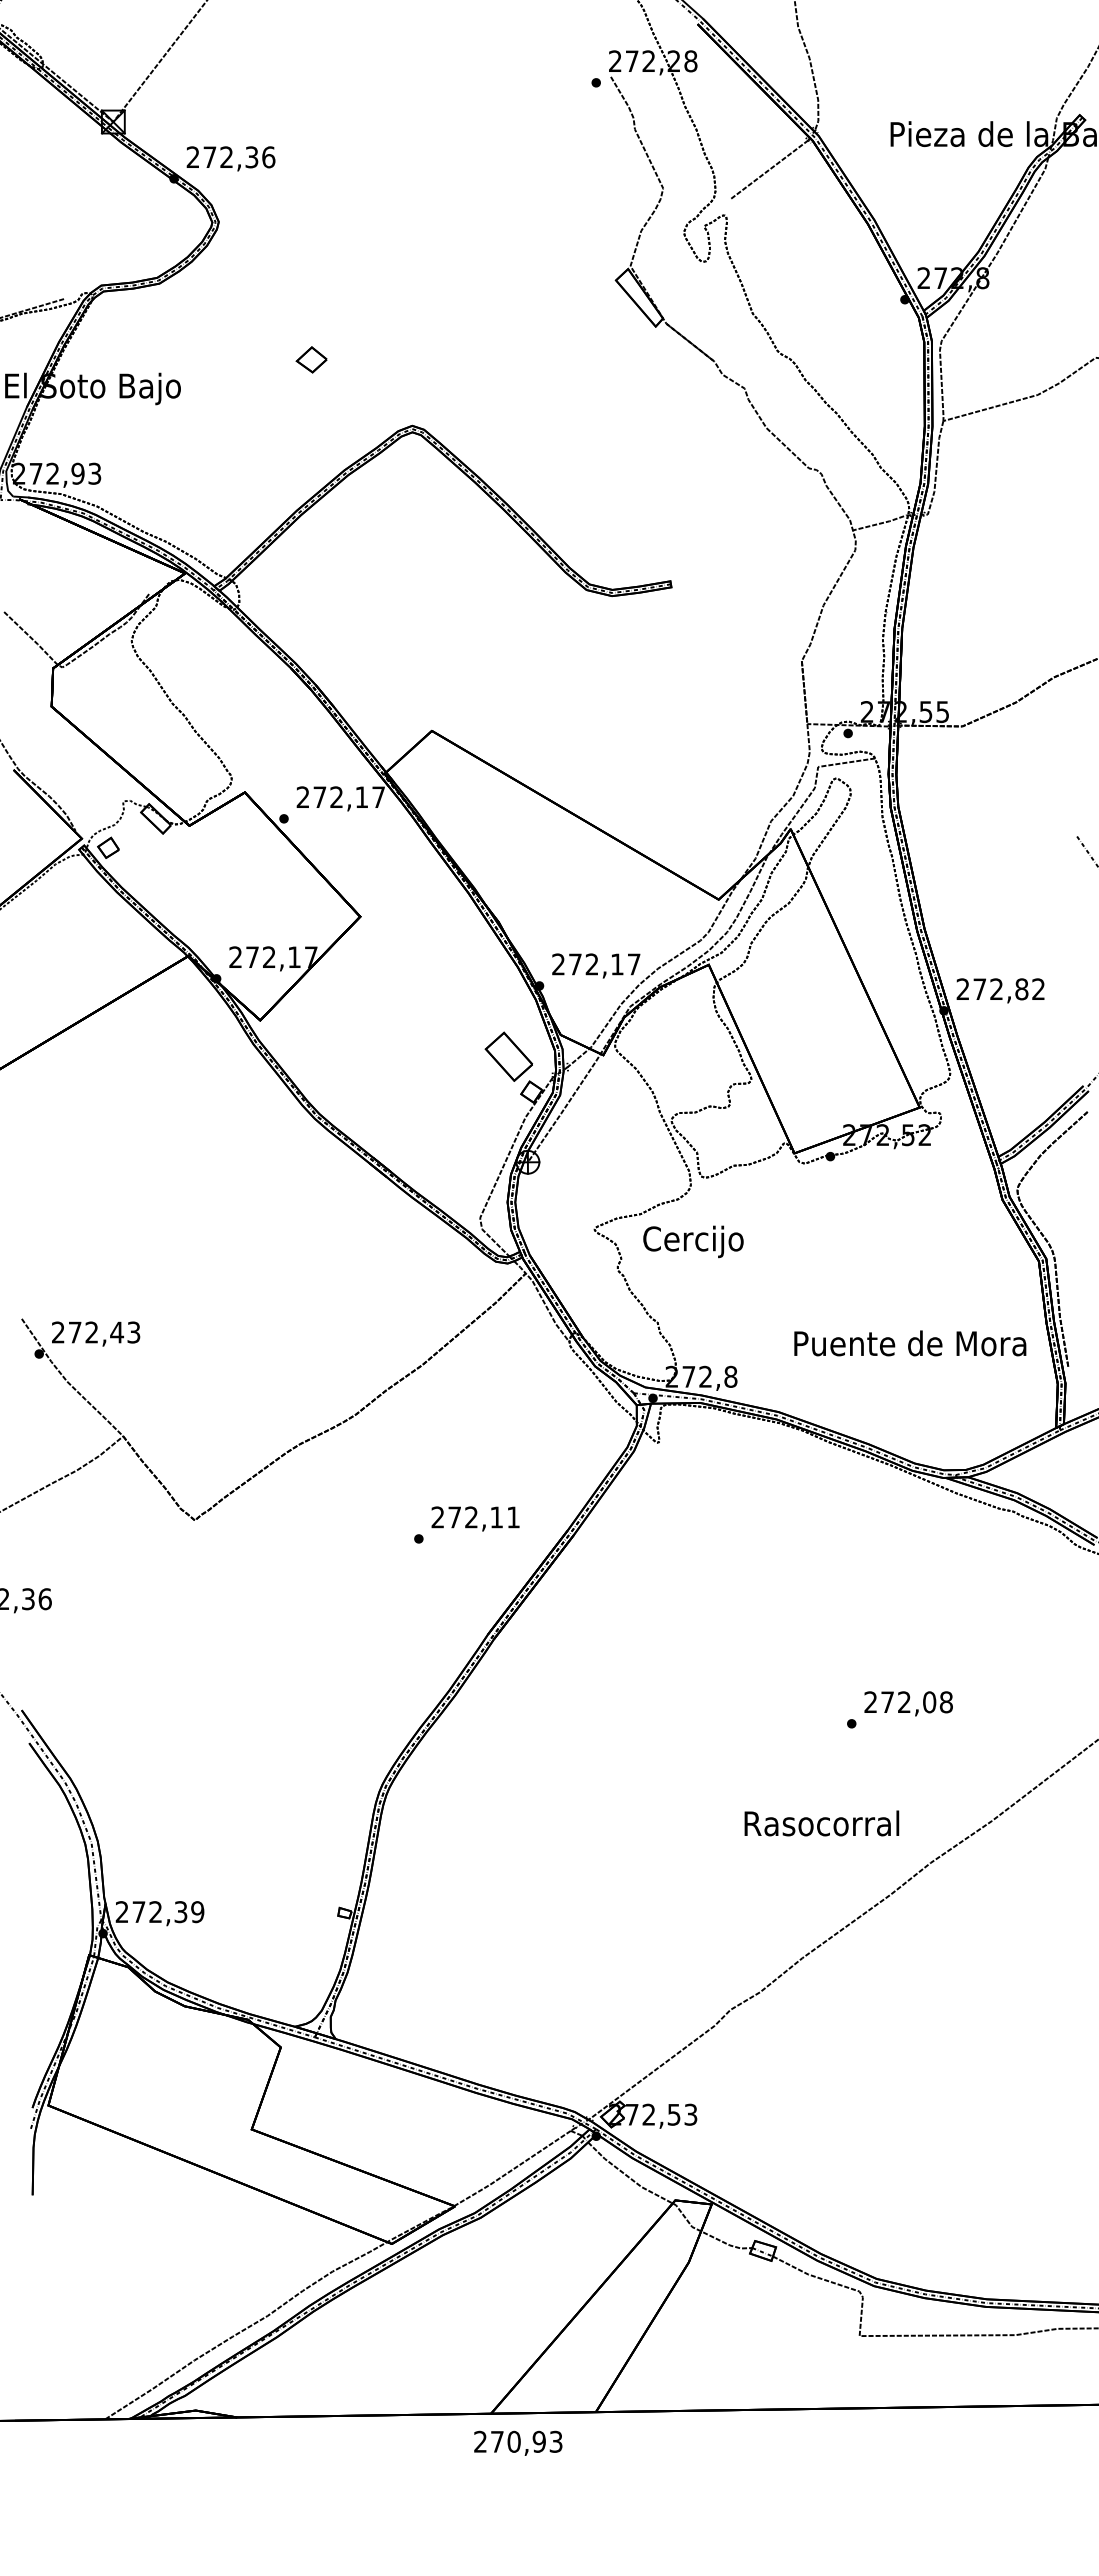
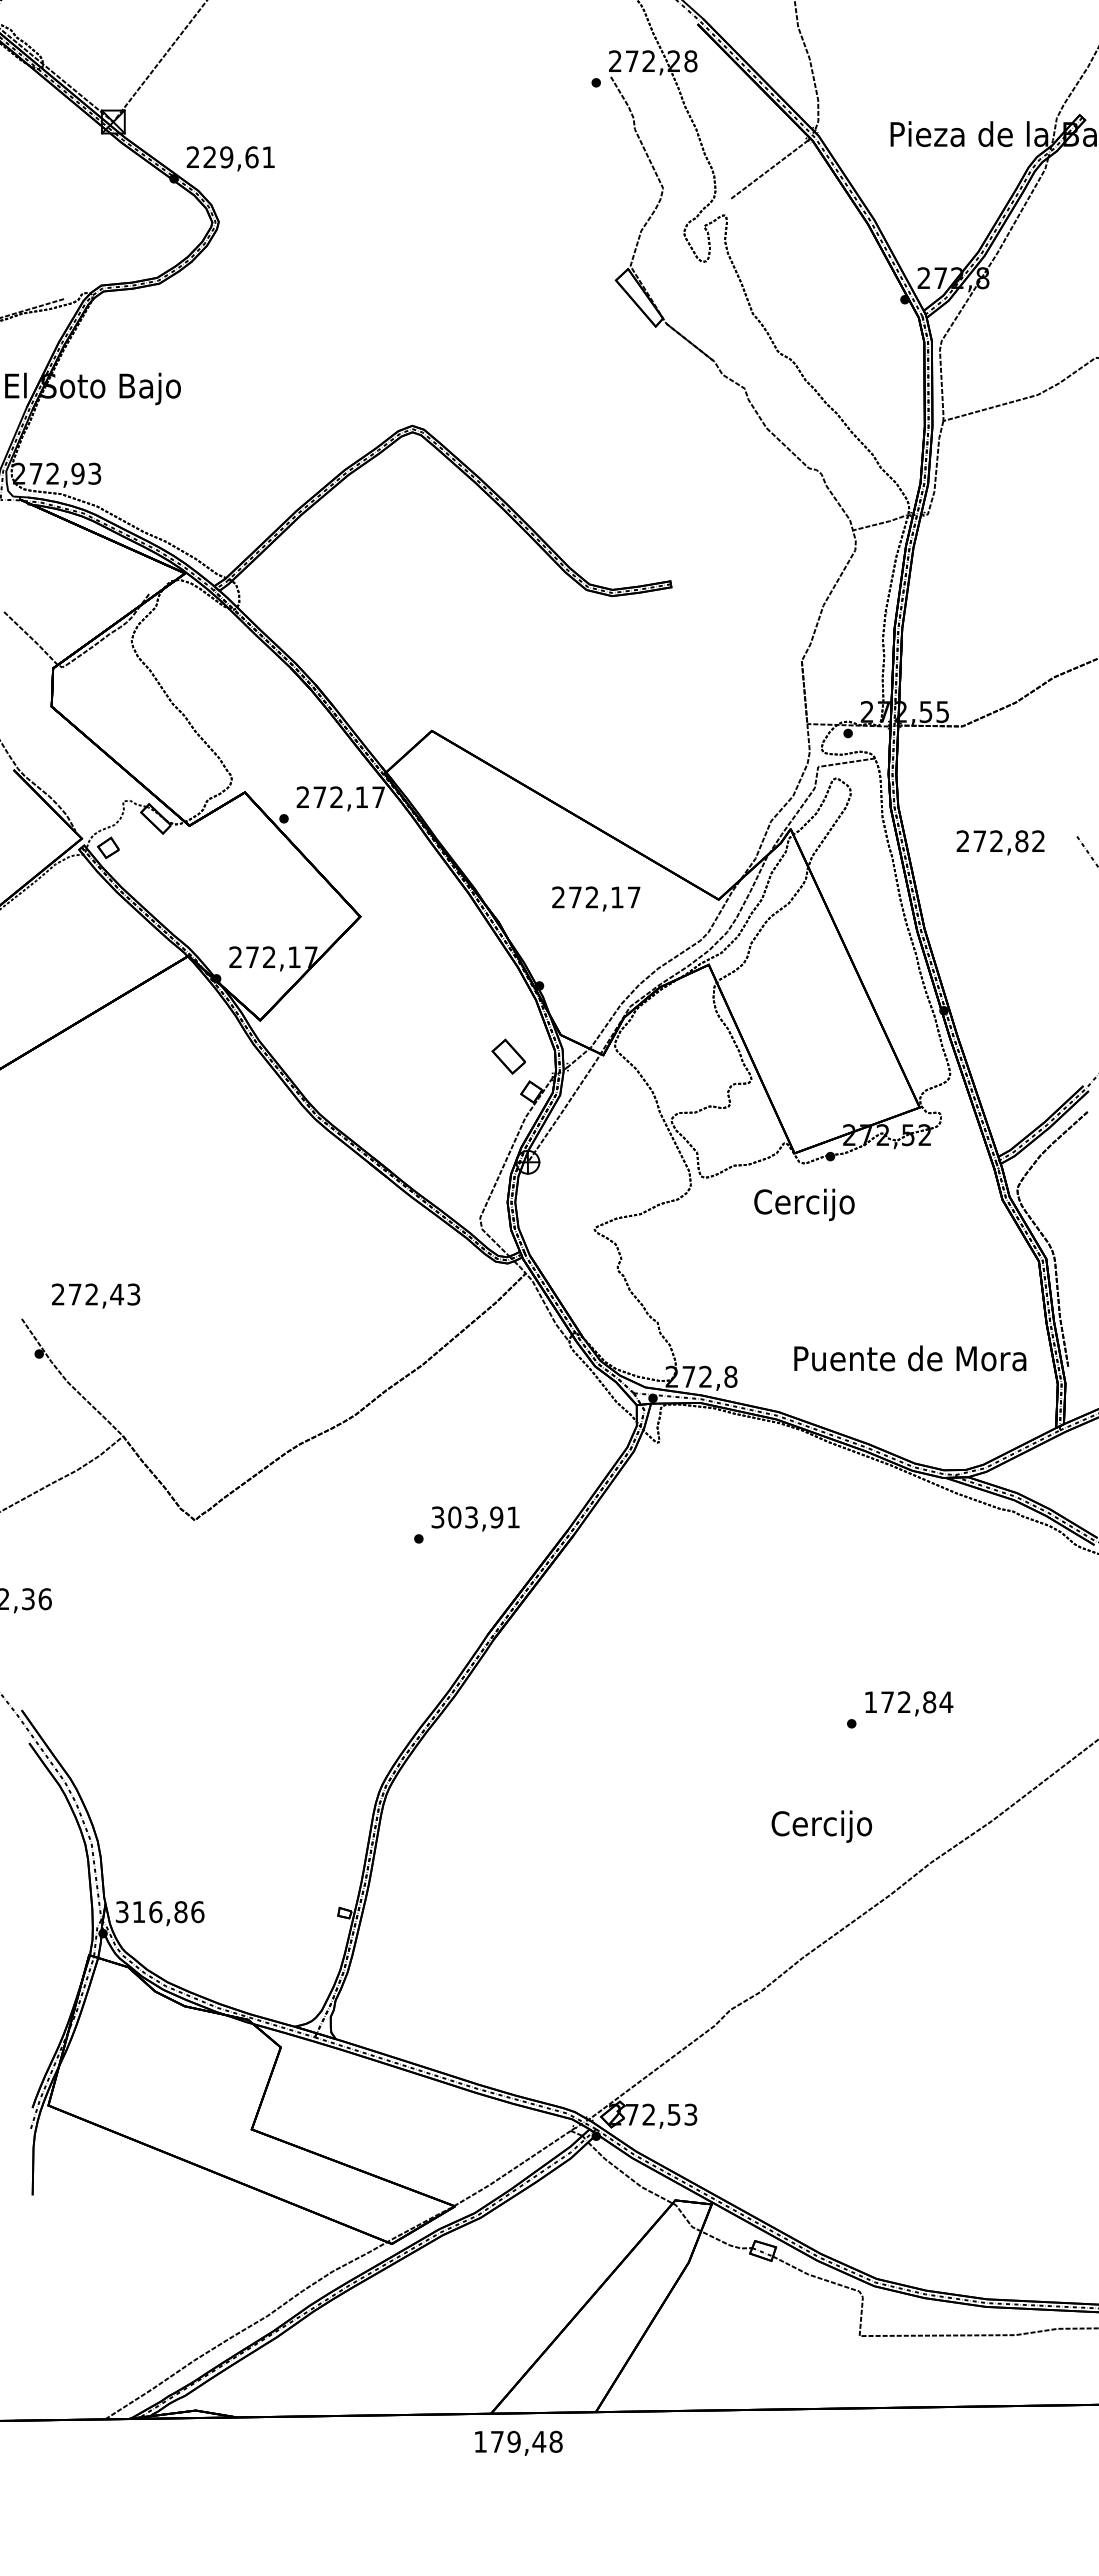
text at (239, 157): 272,36 -> 229,61
part at (311, 359): present -> none
text at (596, 965) position: (596, 965) -> (596, 898)
text at (1000, 990) position: (1000, 990) -> (1000, 842)
part at (508, 1056) size: 49x51 px -> 35x37 px
text at (693, 1241) position: (693, 1241) -> (804, 1204)
text at (96, 1333) position: (96, 1333) -> (96, 1295)
text at (910, 1343) position: (910, 1343) -> (910, 1358)
text at (467, 1517): 272,11 -> 303,91
text at (908, 1702): 272,08 -> 172,84
text at (821, 1826): Rasocorral -> Cercijo
text at (159, 1912): 272,39 -> 316,86
text at (518, 2441): 270,93 -> 179,48
